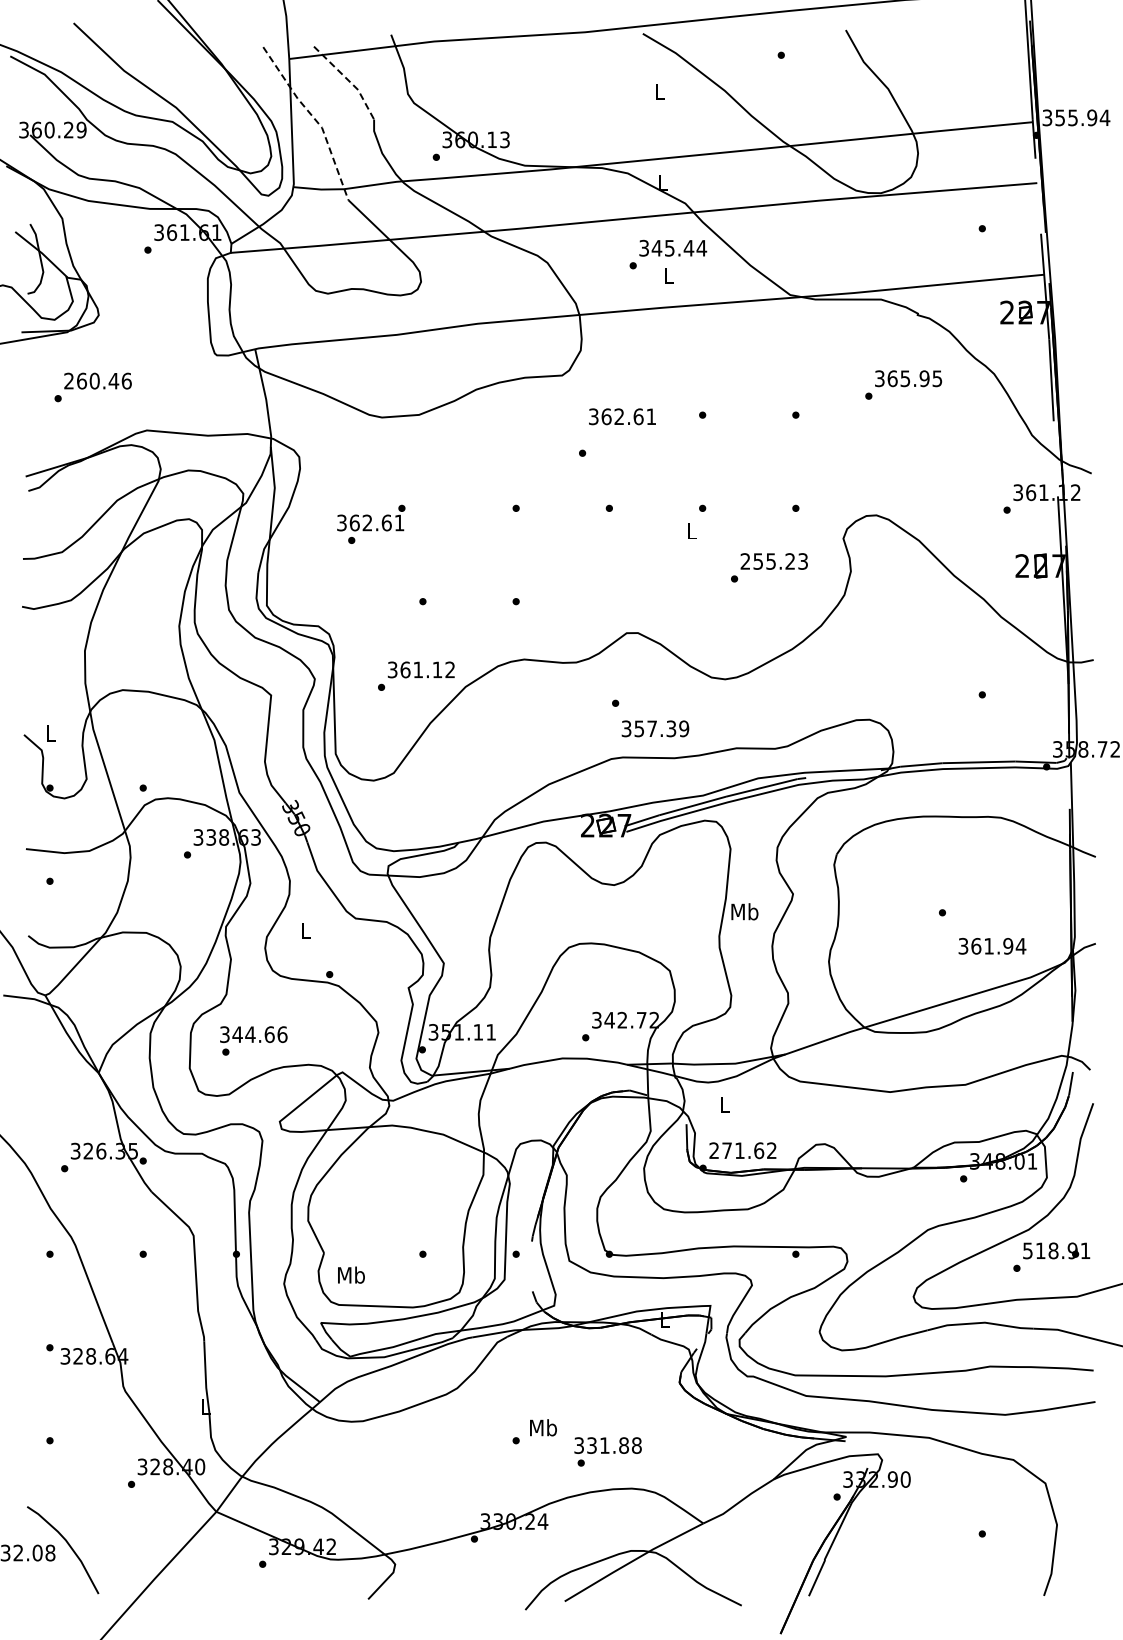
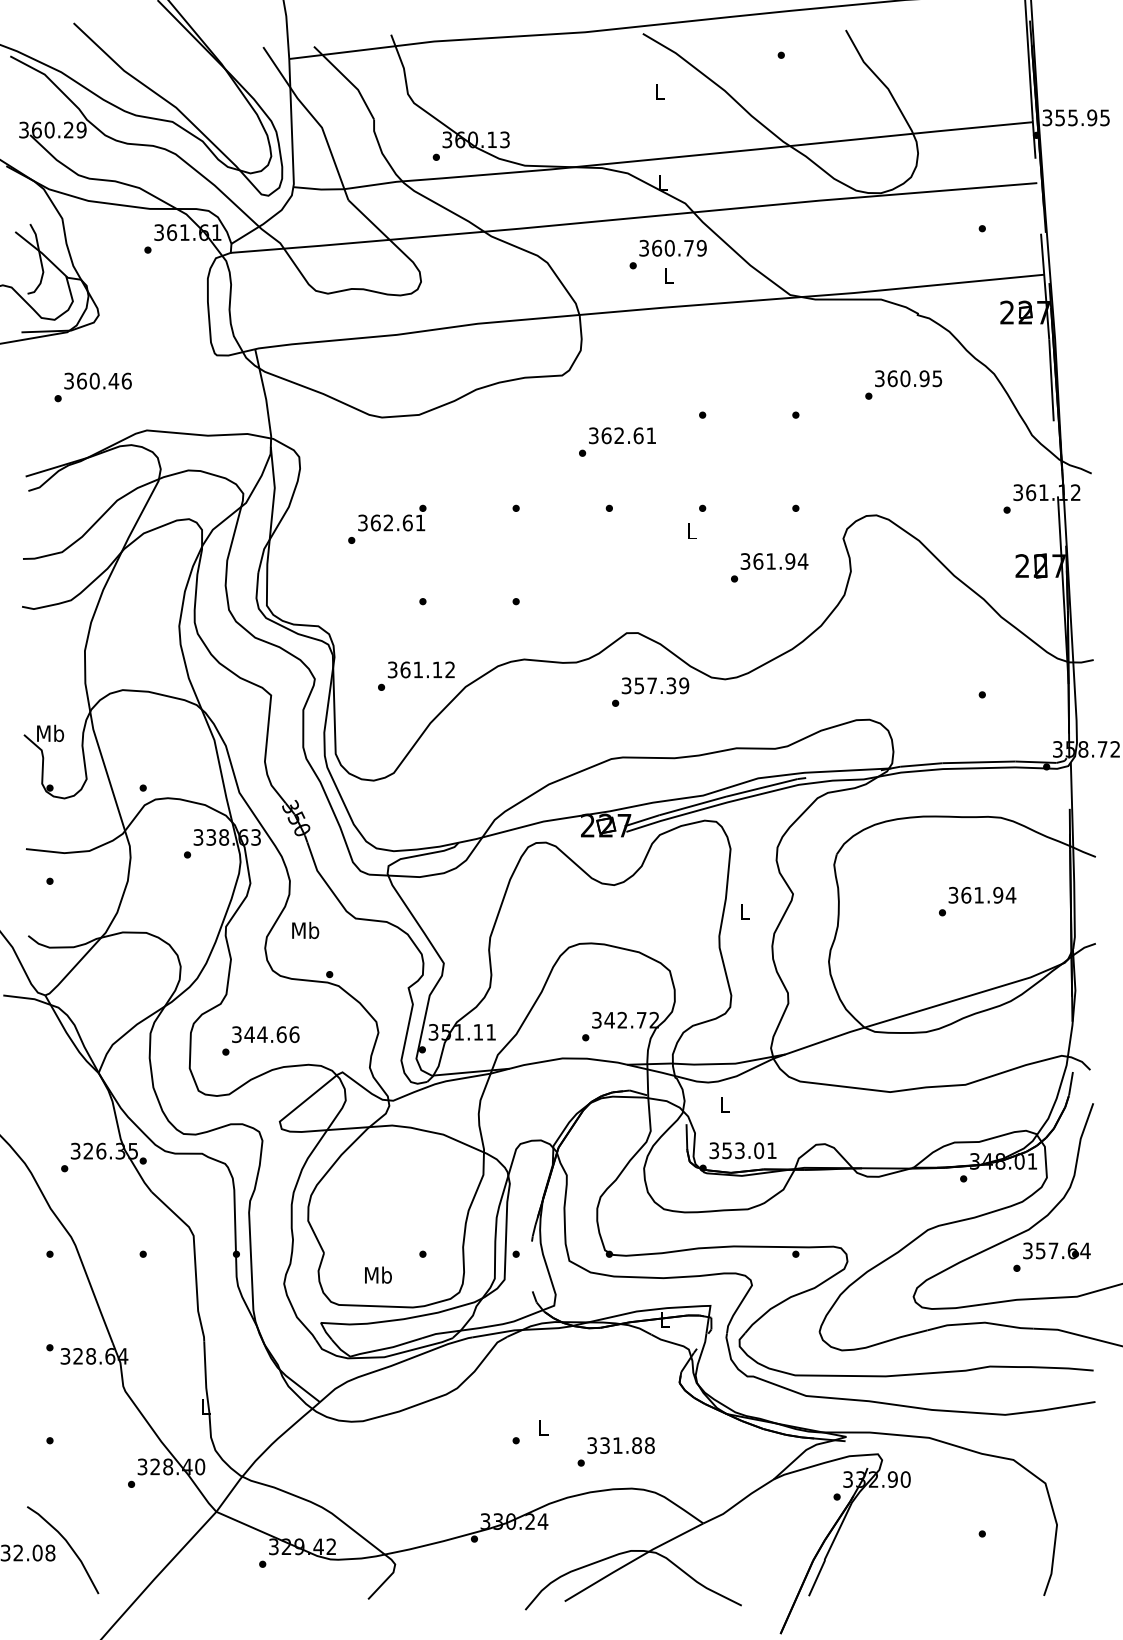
line at (348, 80): dashed -> solid
text at (1104, 117): 355.94 -> 355.95
line at (315, 119): dashed -> solid
text at (679, 247): 345.44 -> 360.79
text at (905, 378): 365.95 -> 360.95
text at (68, 381): 260.46 -> 360.46
text at (622, 416) position: (622, 416) -> (622, 435)
text at (371, 517) position: (371, 517) -> (392, 517)
text at (774, 561): 255.23 -> 361.94
text at (655, 728) position: (655, 728) -> (655, 685)
text at (50, 733): L -> Mb
text at (744, 911): Mb -> L
text at (305, 930): L -> Mb
text at (992, 946) position: (992, 946) -> (982, 895)
text at (253, 1034) position: (253, 1034) -> (265, 1034)
text at (742, 1150): 271.62 -> 353.01
text at (1056, 1250): 518.91 -> 357.64
text at (351, 1274) position: (351, 1274) -> (378, 1274)
text at (543, 1427): Mb -> L
text at (607, 1445) position: (607, 1445) -> (620, 1445)
